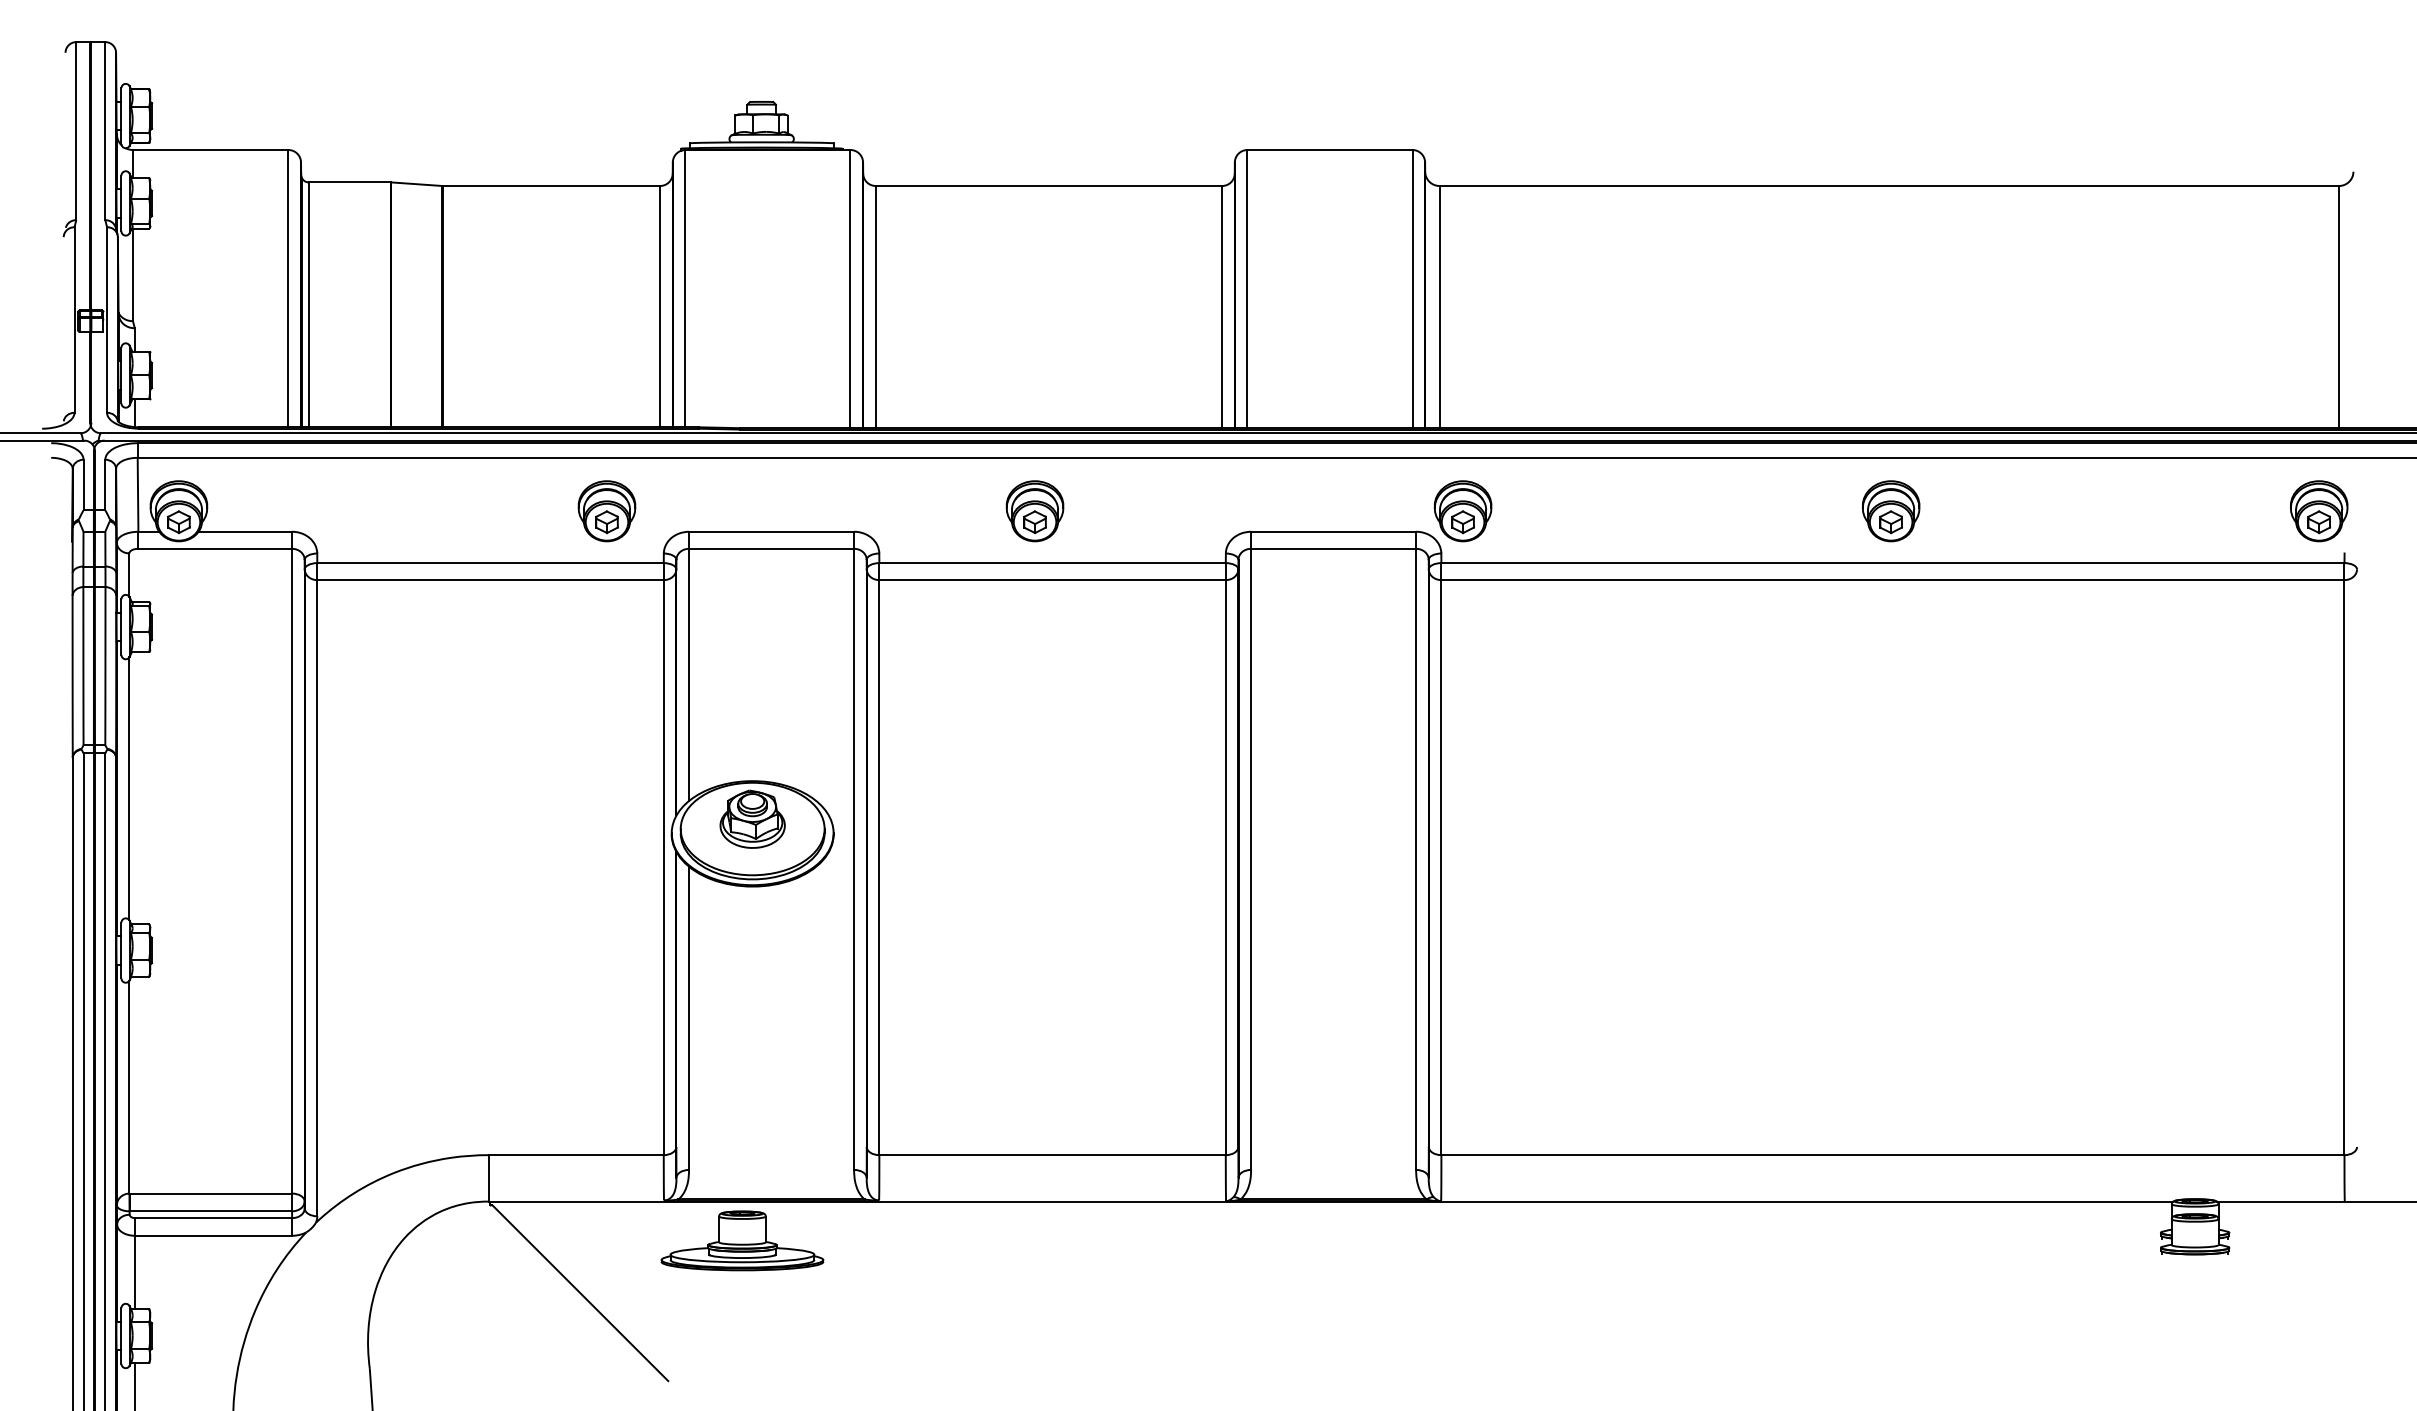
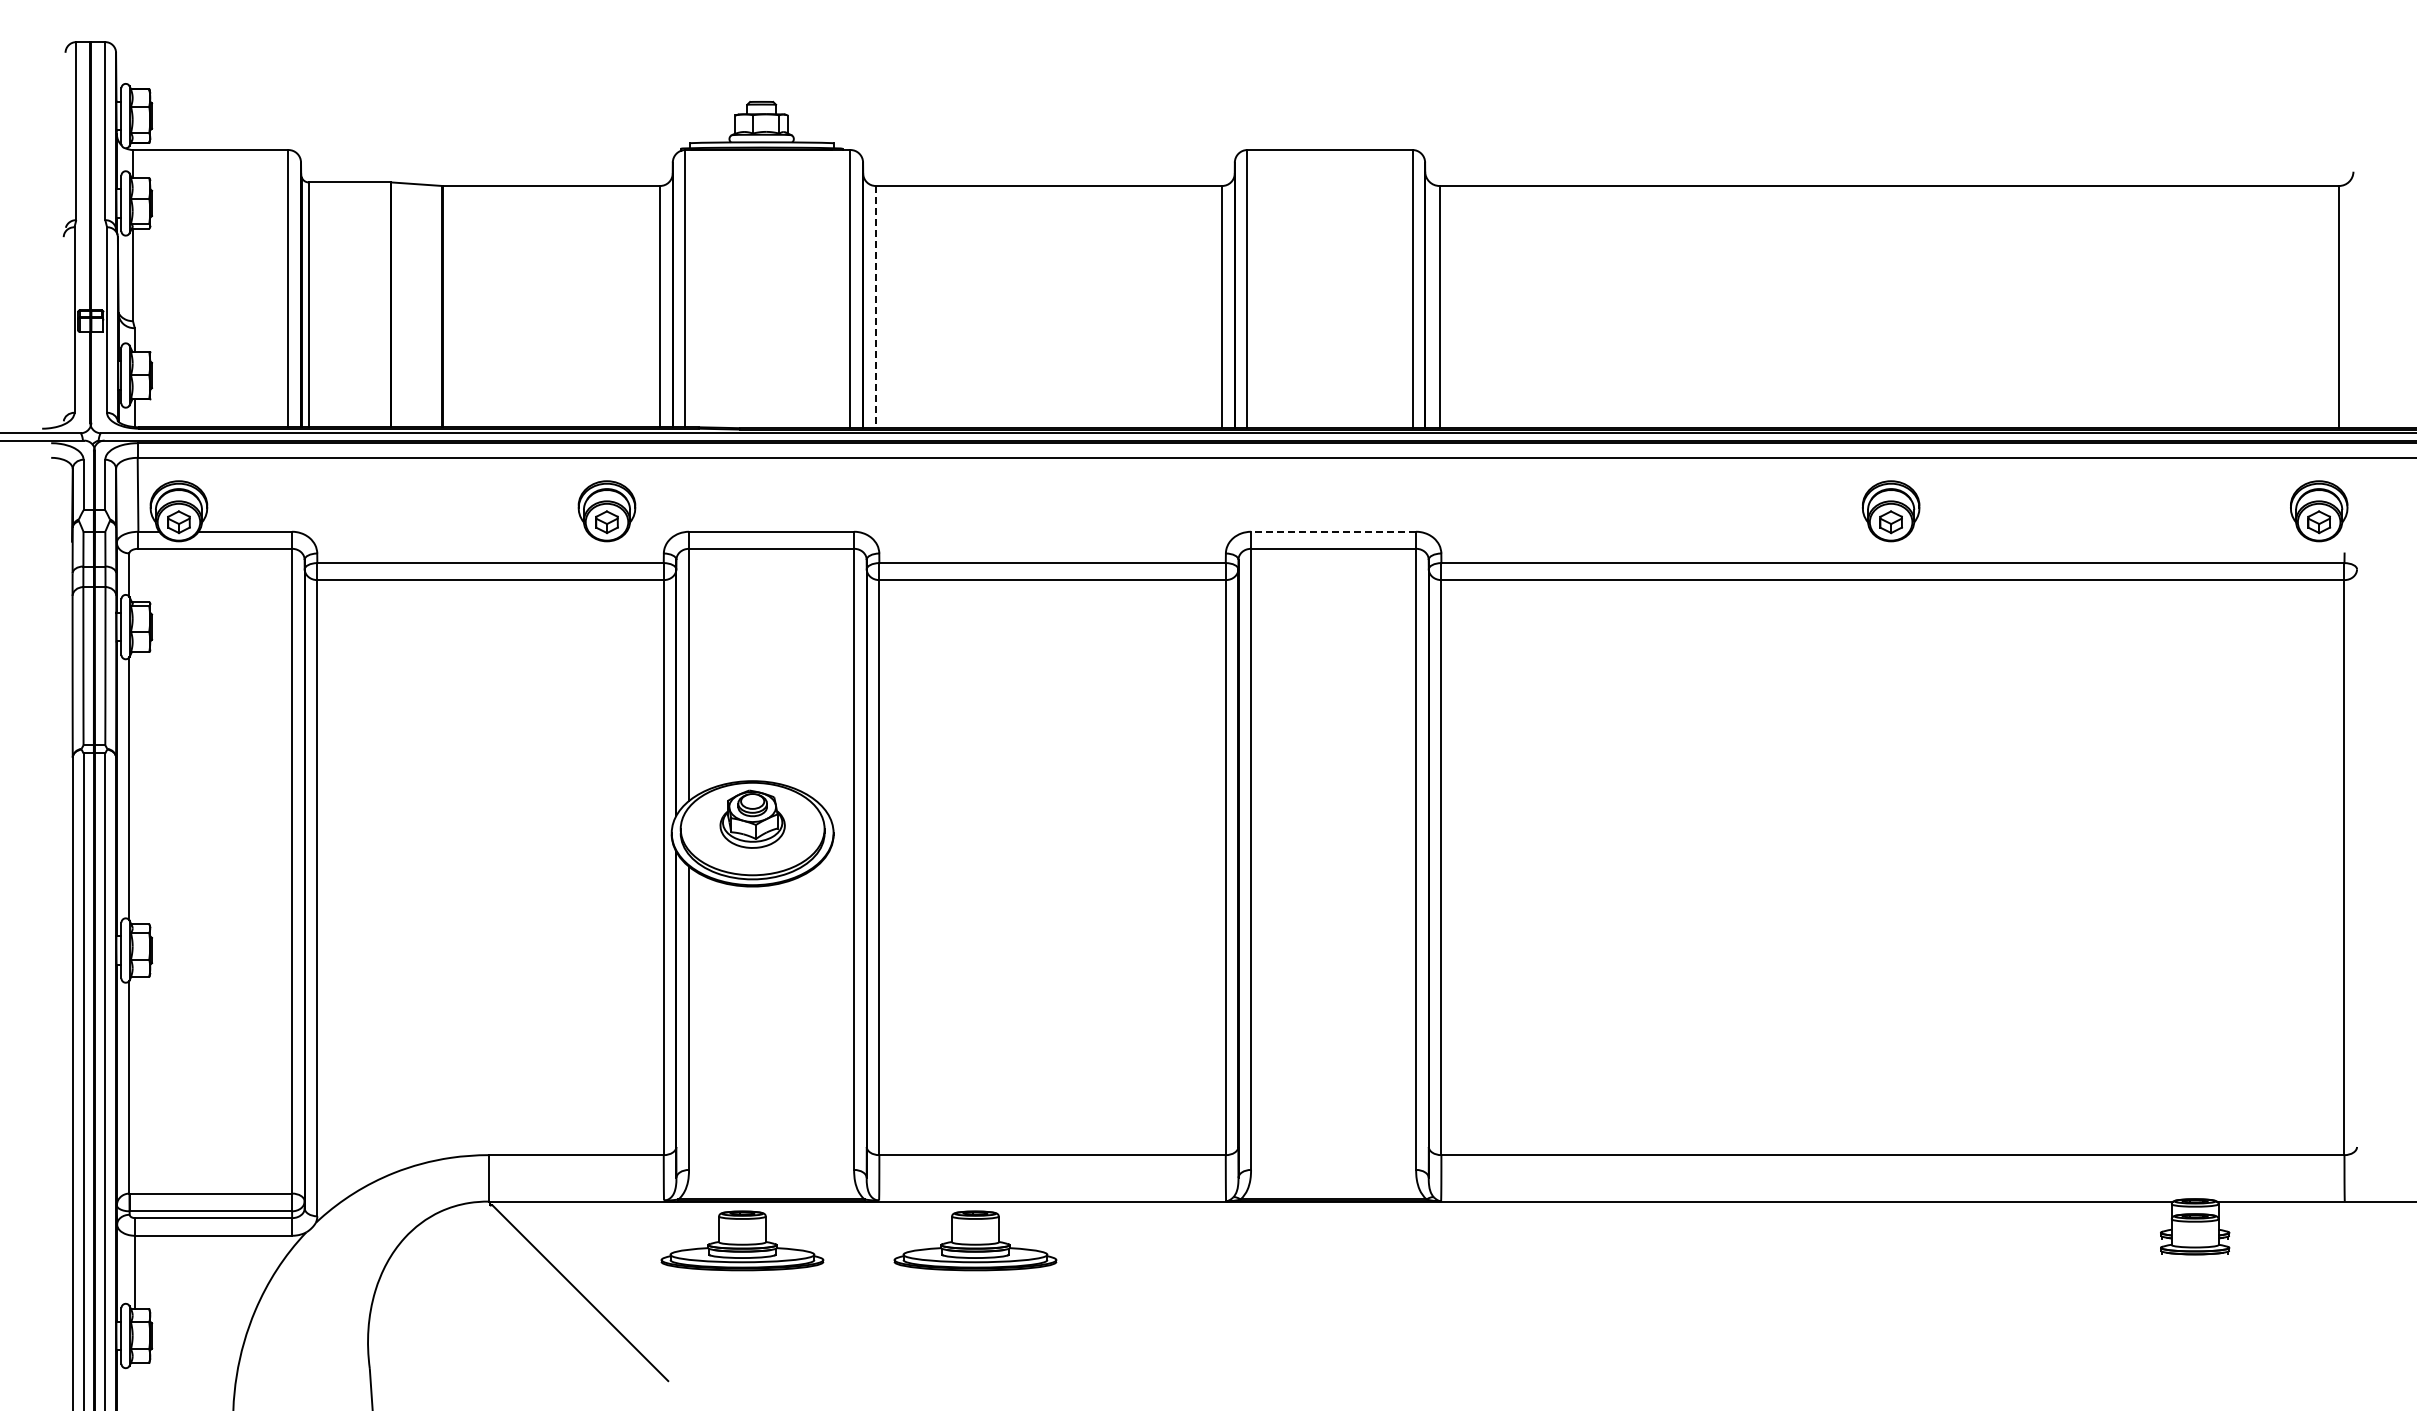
line at (875, 307): solid -> dashed
part at (1034, 511): present -> none
part at (1462, 511): present -> none
line at (1333, 531): solid -> dashed
part at (975, 1240): none -> present
line at (135, 1384): present -> none
